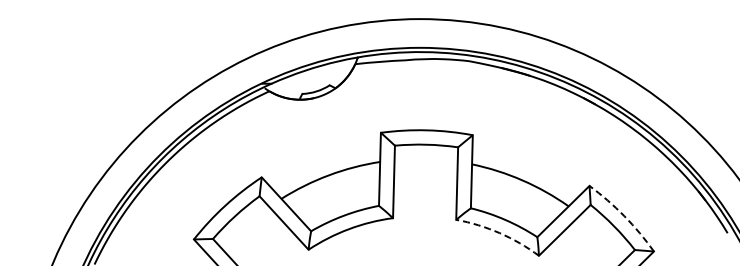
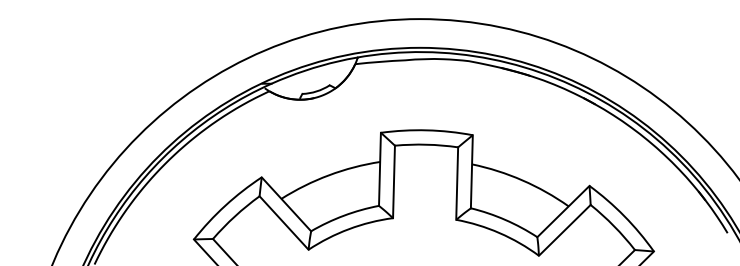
arc at (624, 216): dashed -> solid
arc at (499, 233): dashed -> solid
